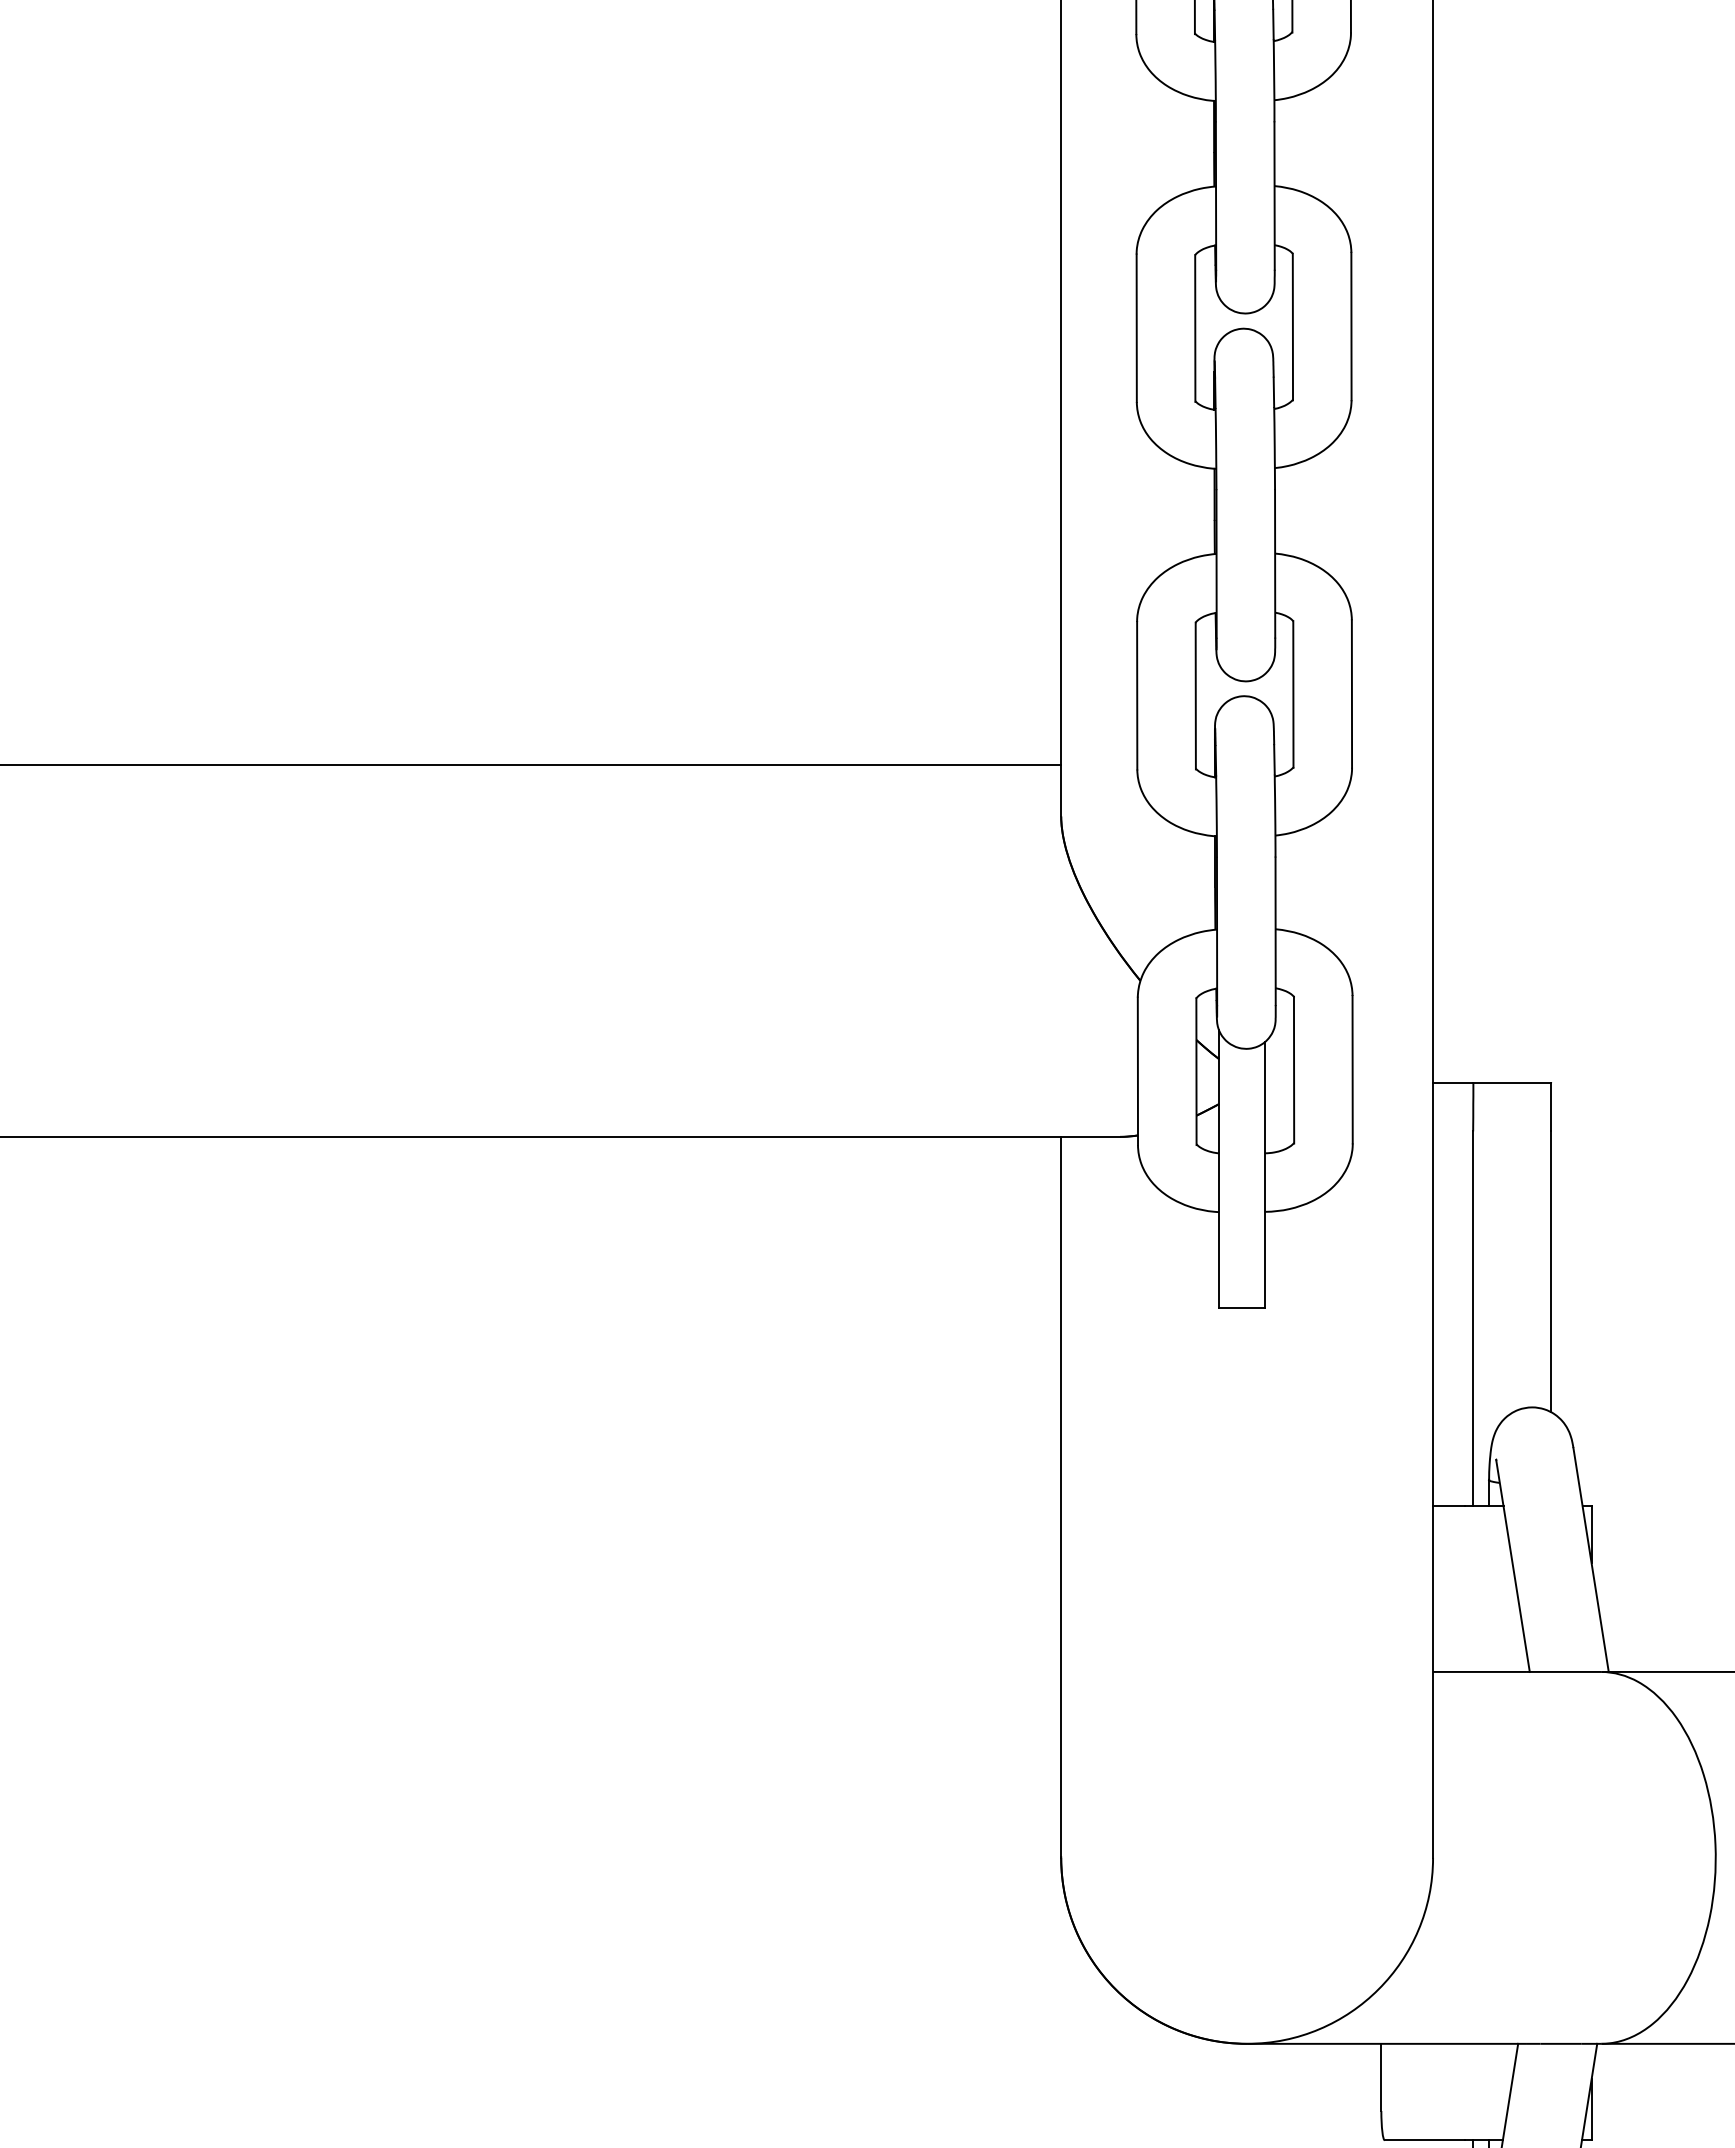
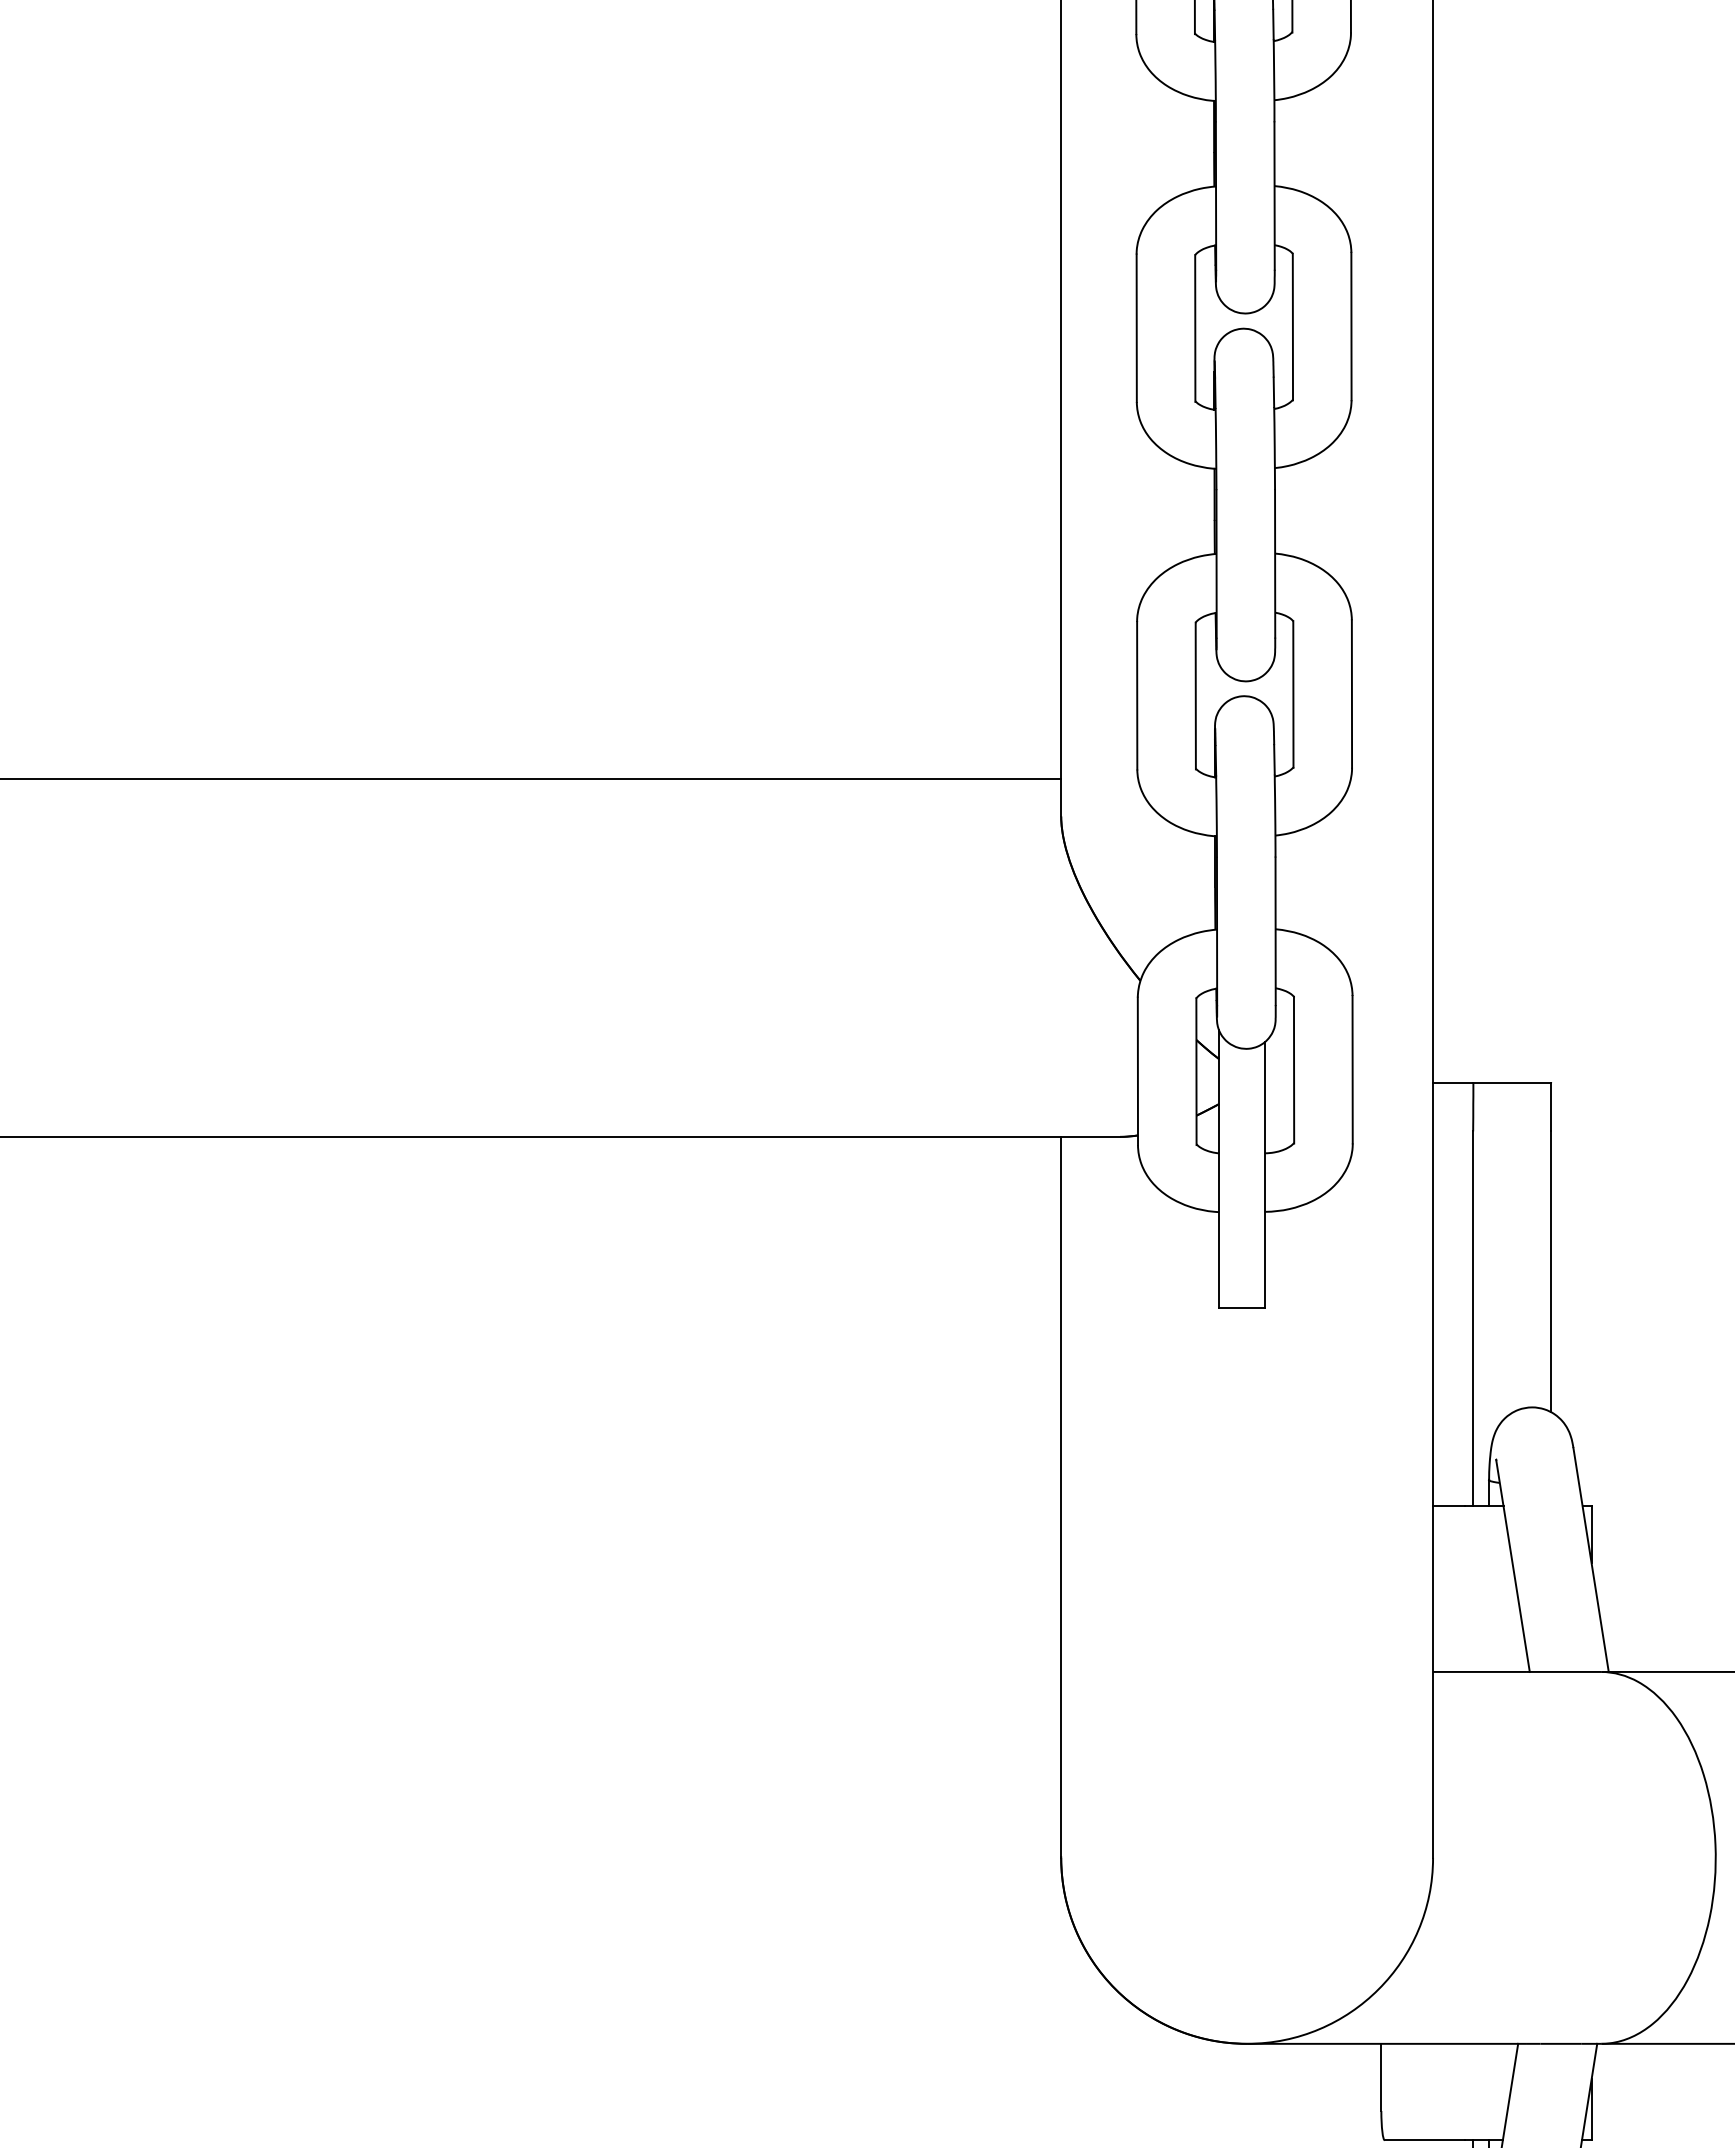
line at (531, 765) position: (531, 765) -> (531, 779)
